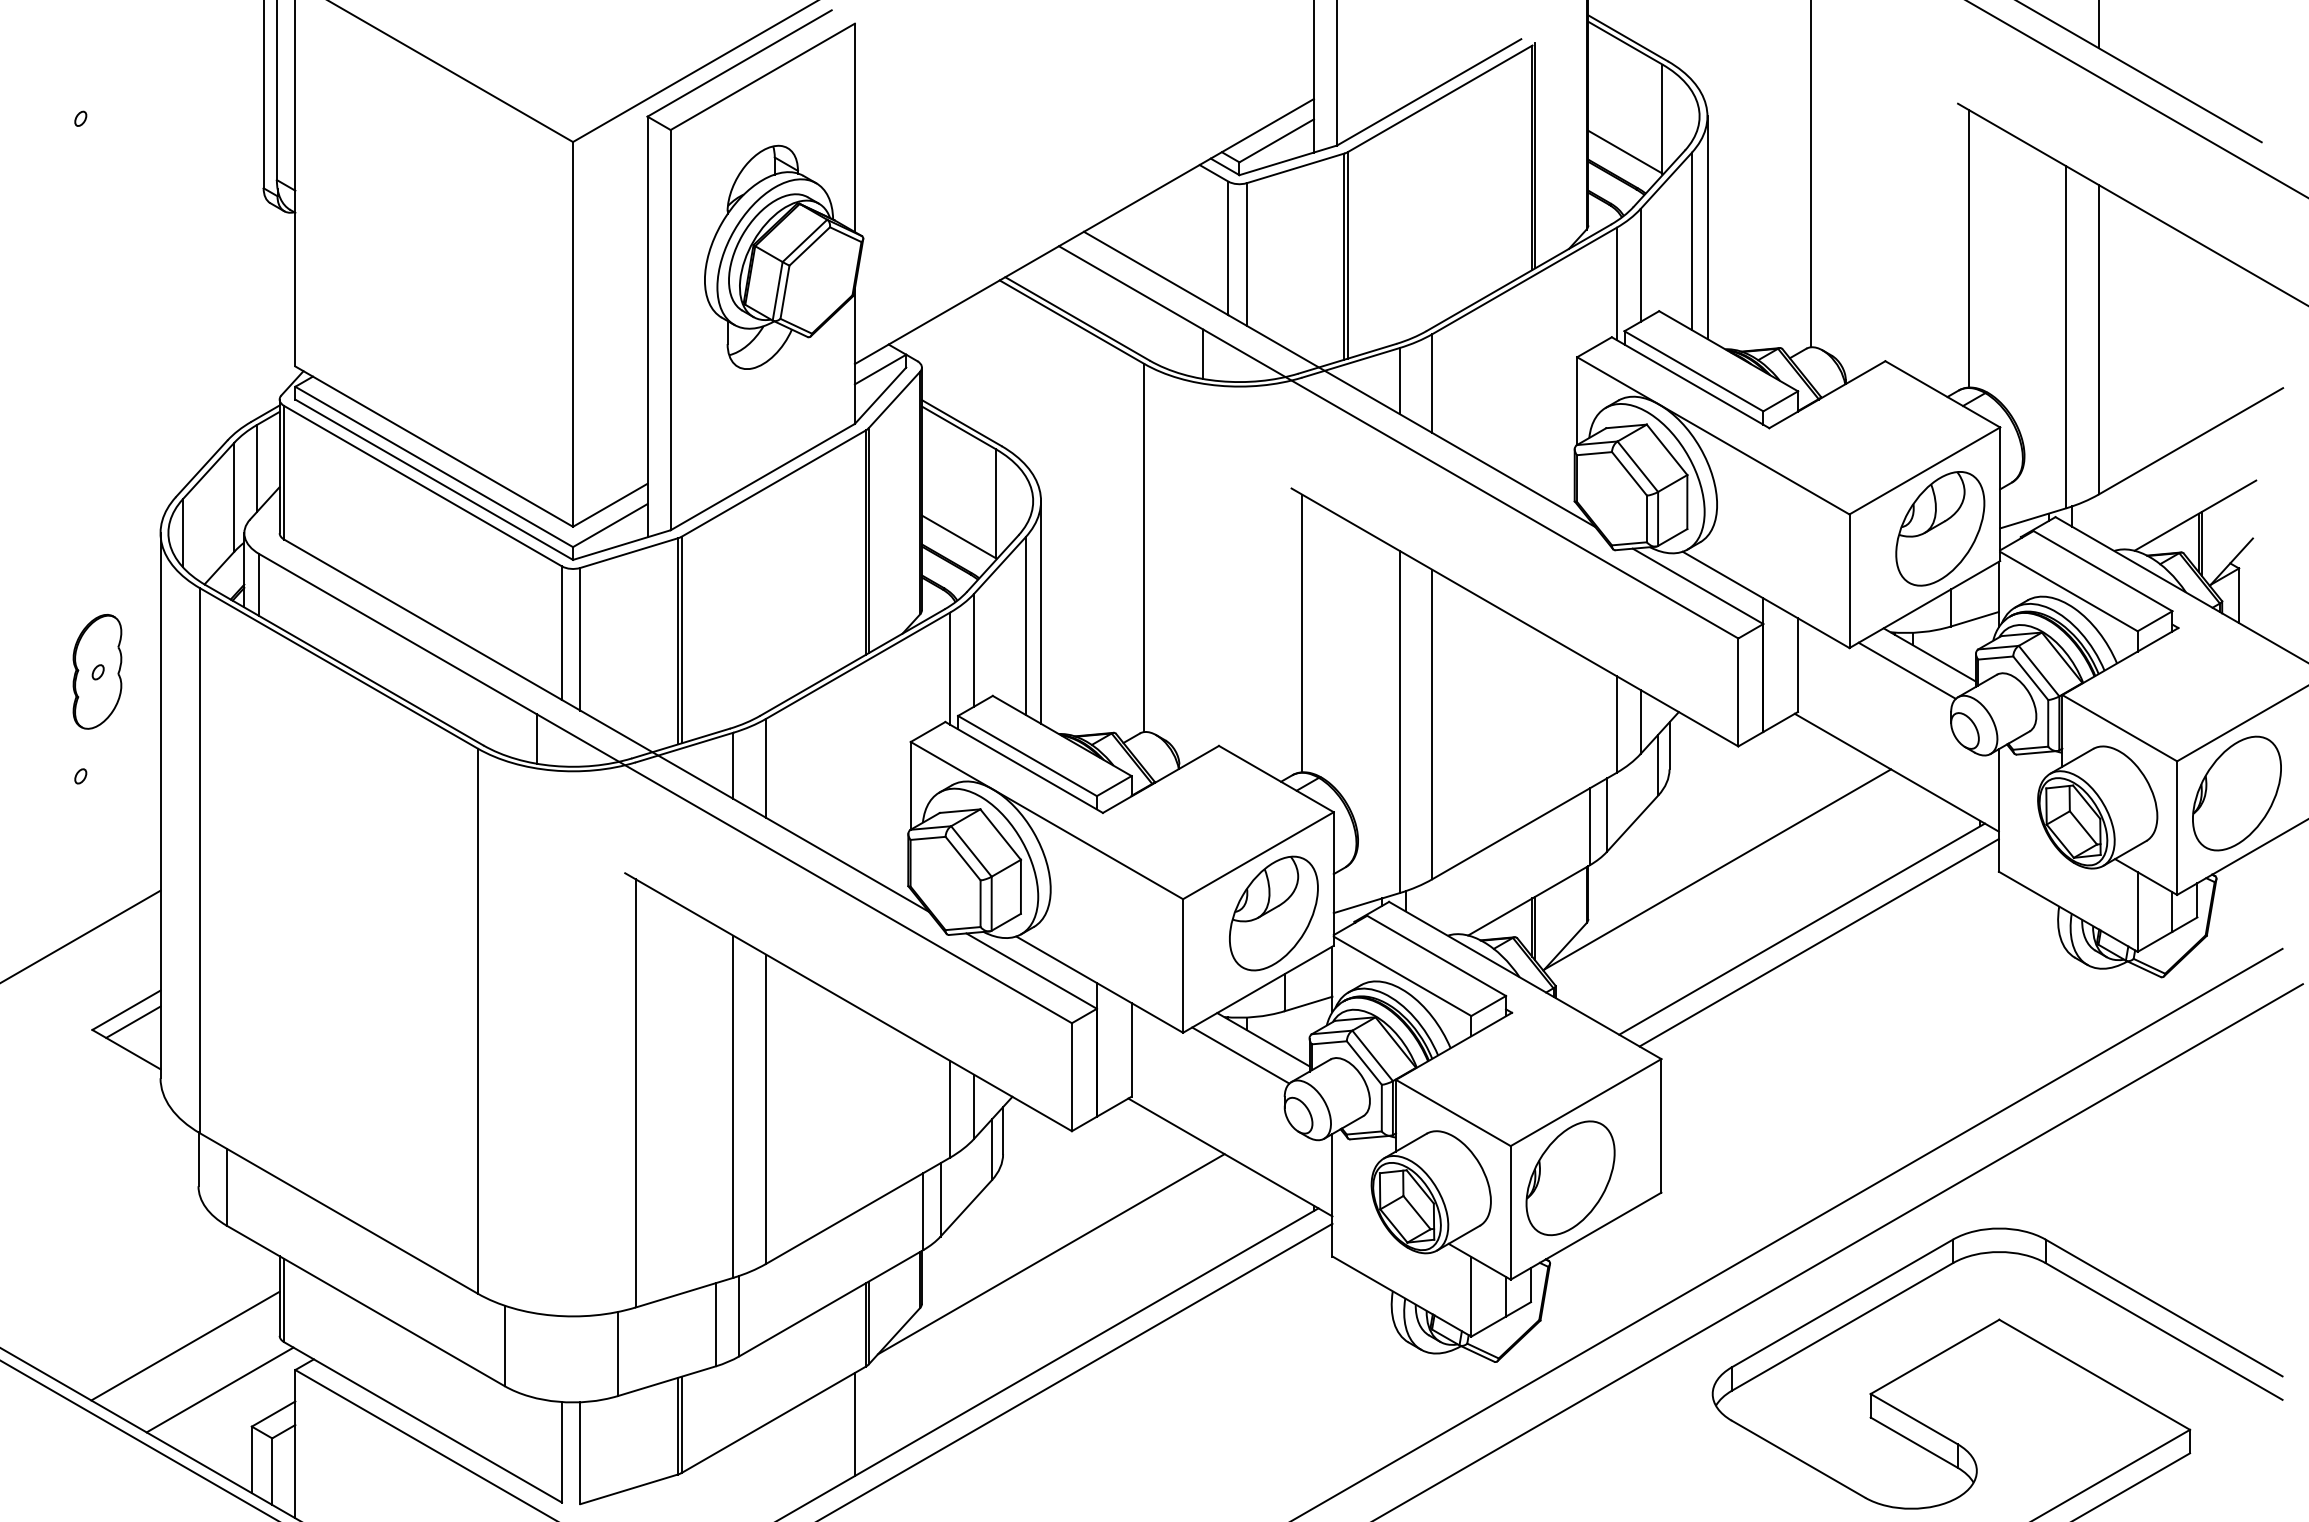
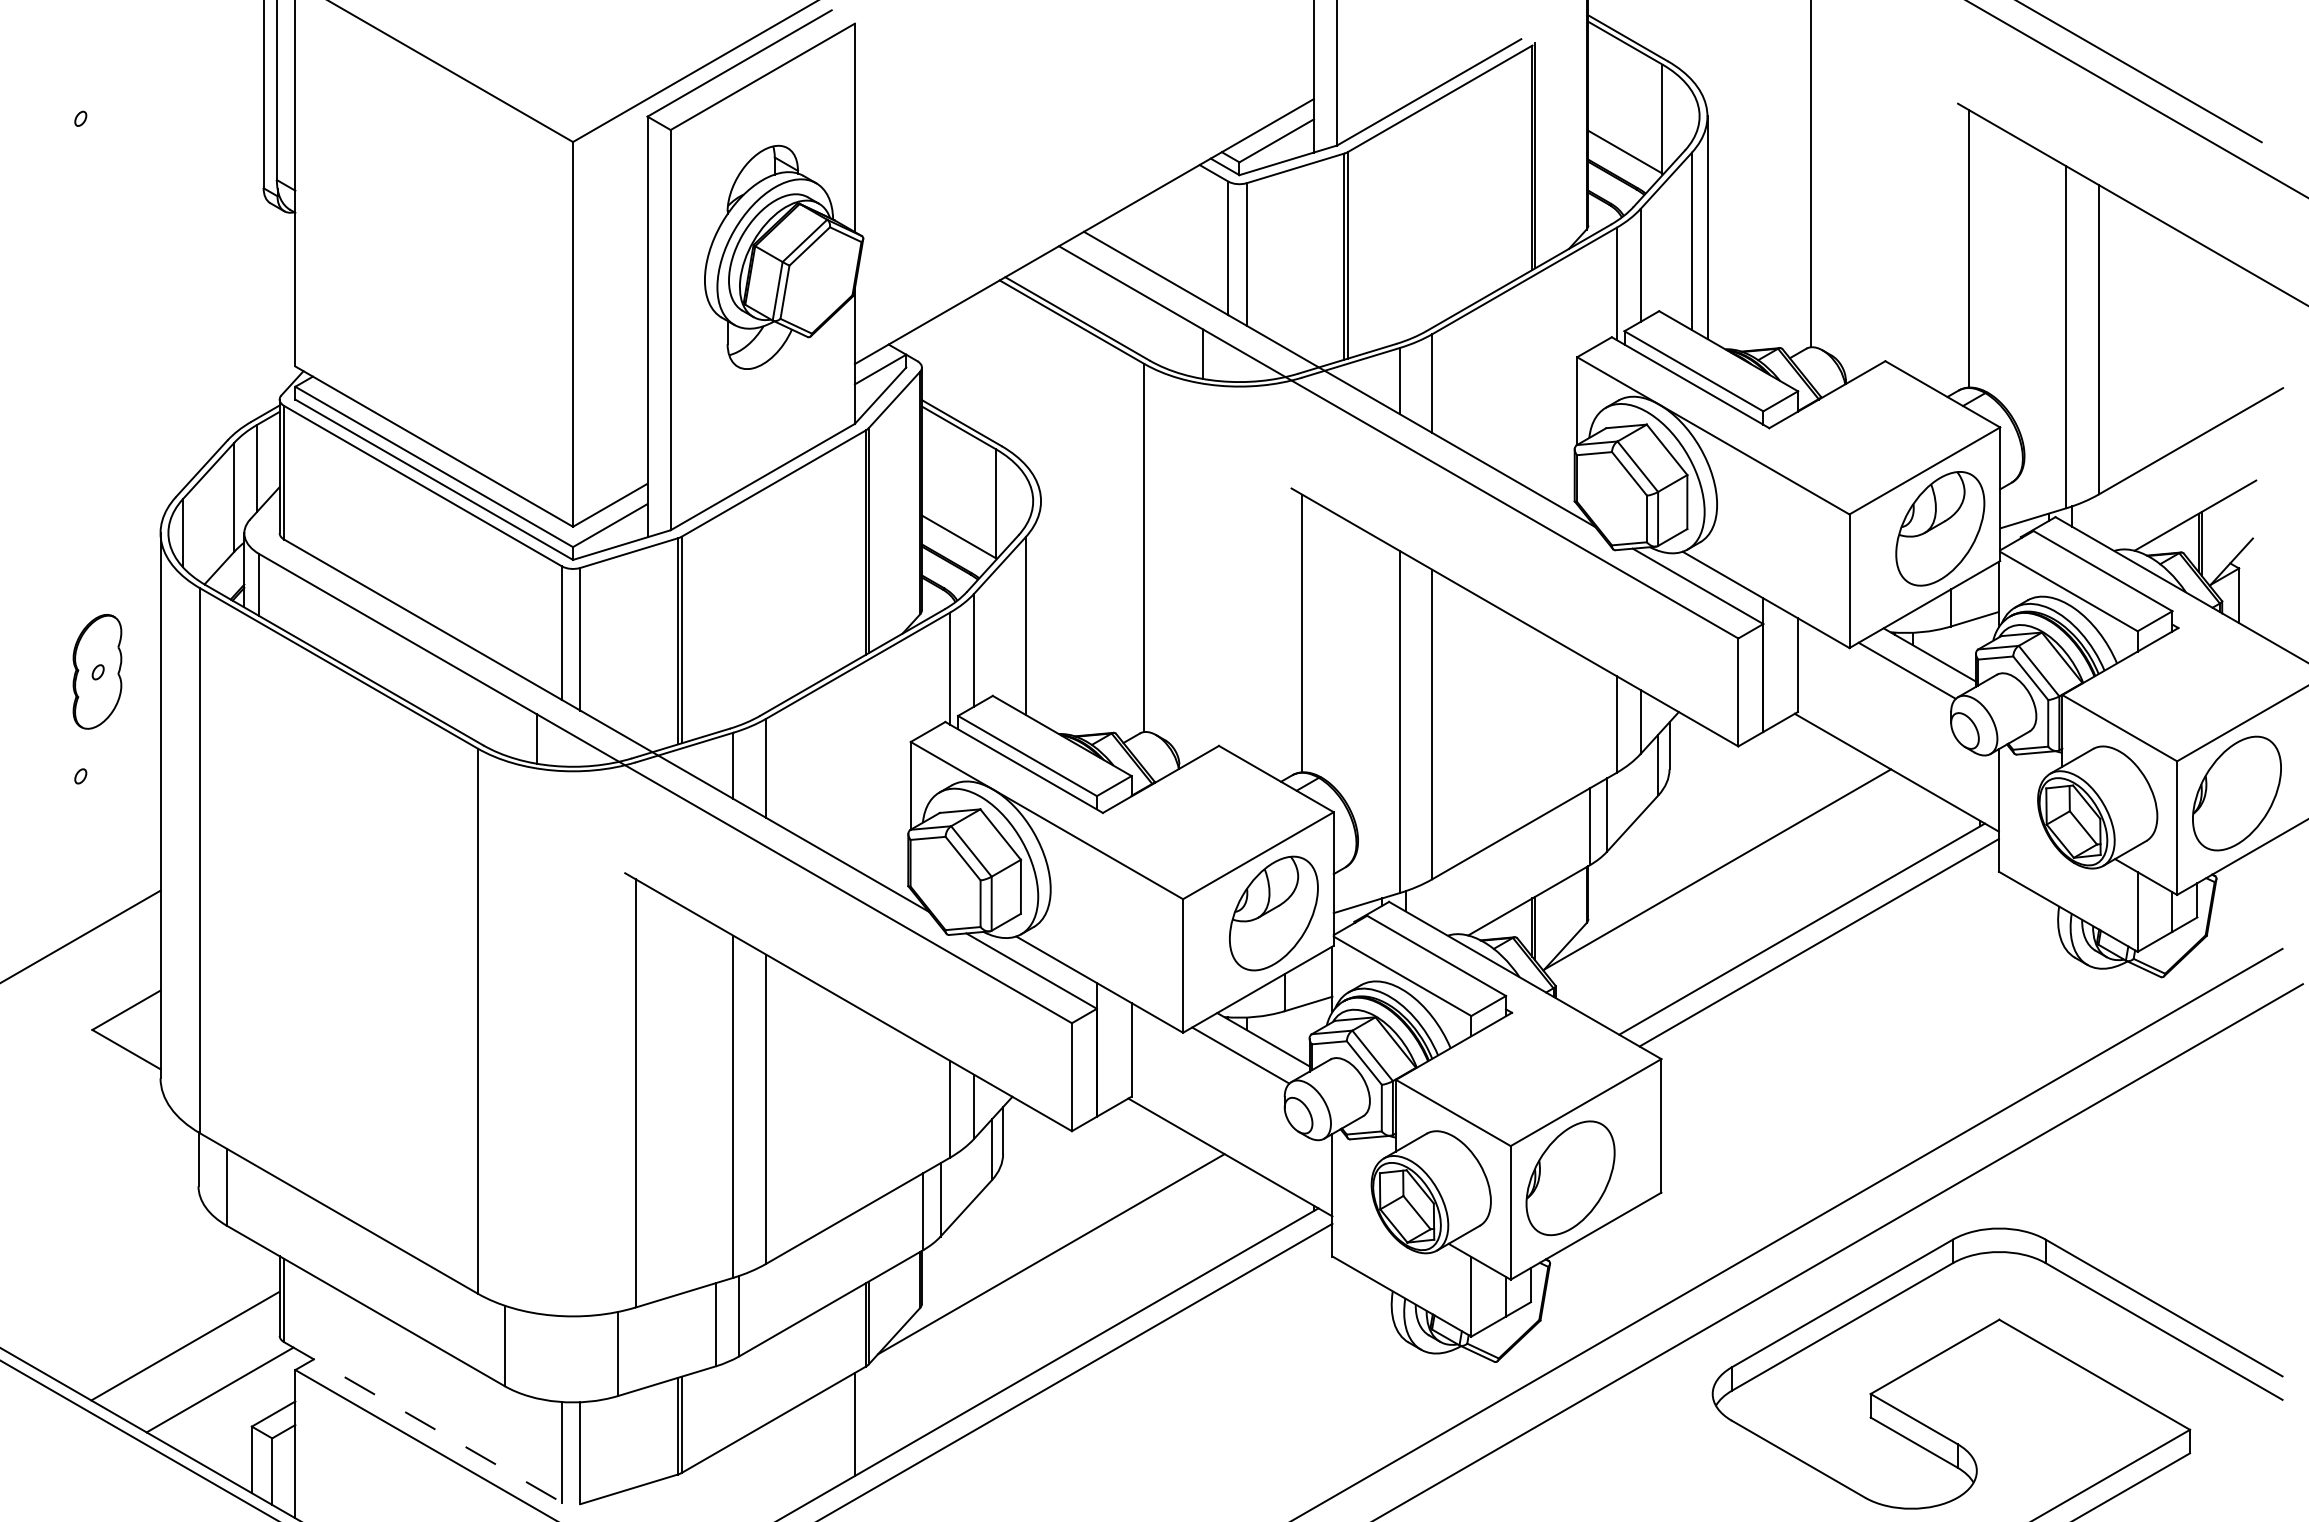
line at (2098, 25): present -> none
line at (1041, 612): present -> none
line at (133, 1021): present -> none
line at (423, 1422): solid -> dashed
